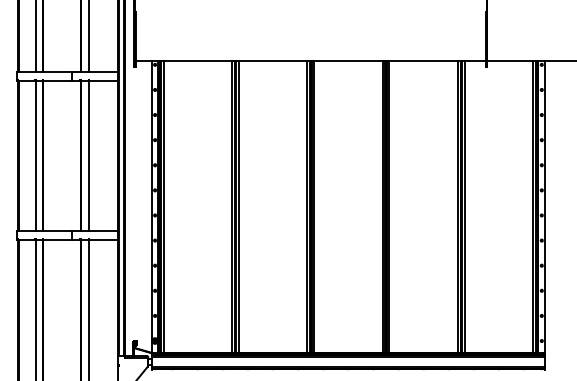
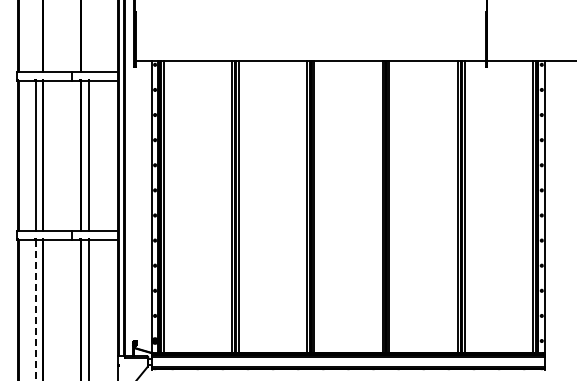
line at (36, 37): present -> none
line at (89, 37): present -> none
line at (36, 310): solid -> dashed
